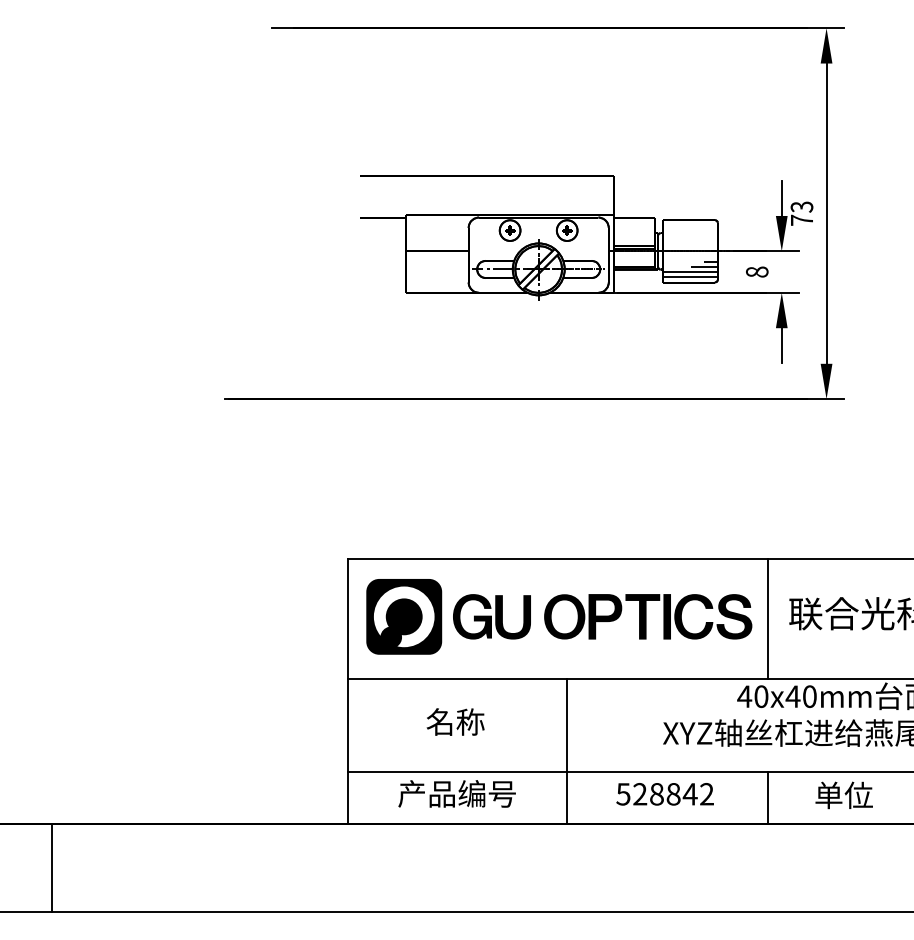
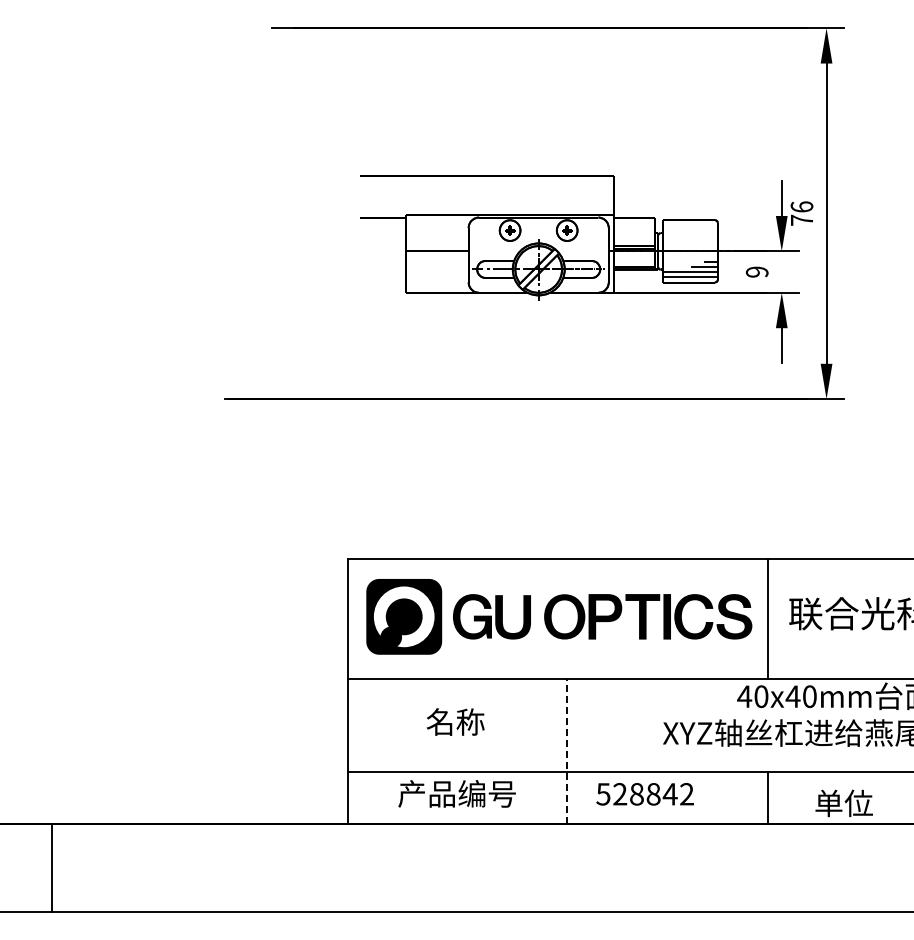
text at (801, 206): 73 -> 76
text at (757, 271): 8 -> 9
line at (566, 751): solid -> dashed
text at (664, 794) position: (664, 794) -> (644, 794)
text at (843, 795) position: (843, 795) -> (843, 803)
